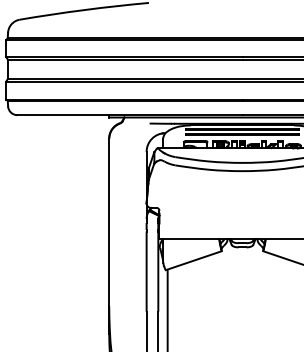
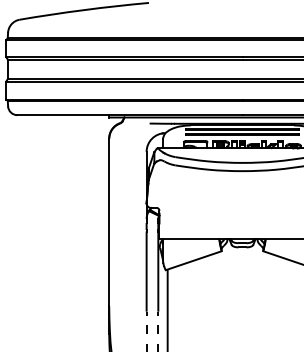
line at (146, 331): solid -> dashed
line at (158, 331): solid -> dashed
